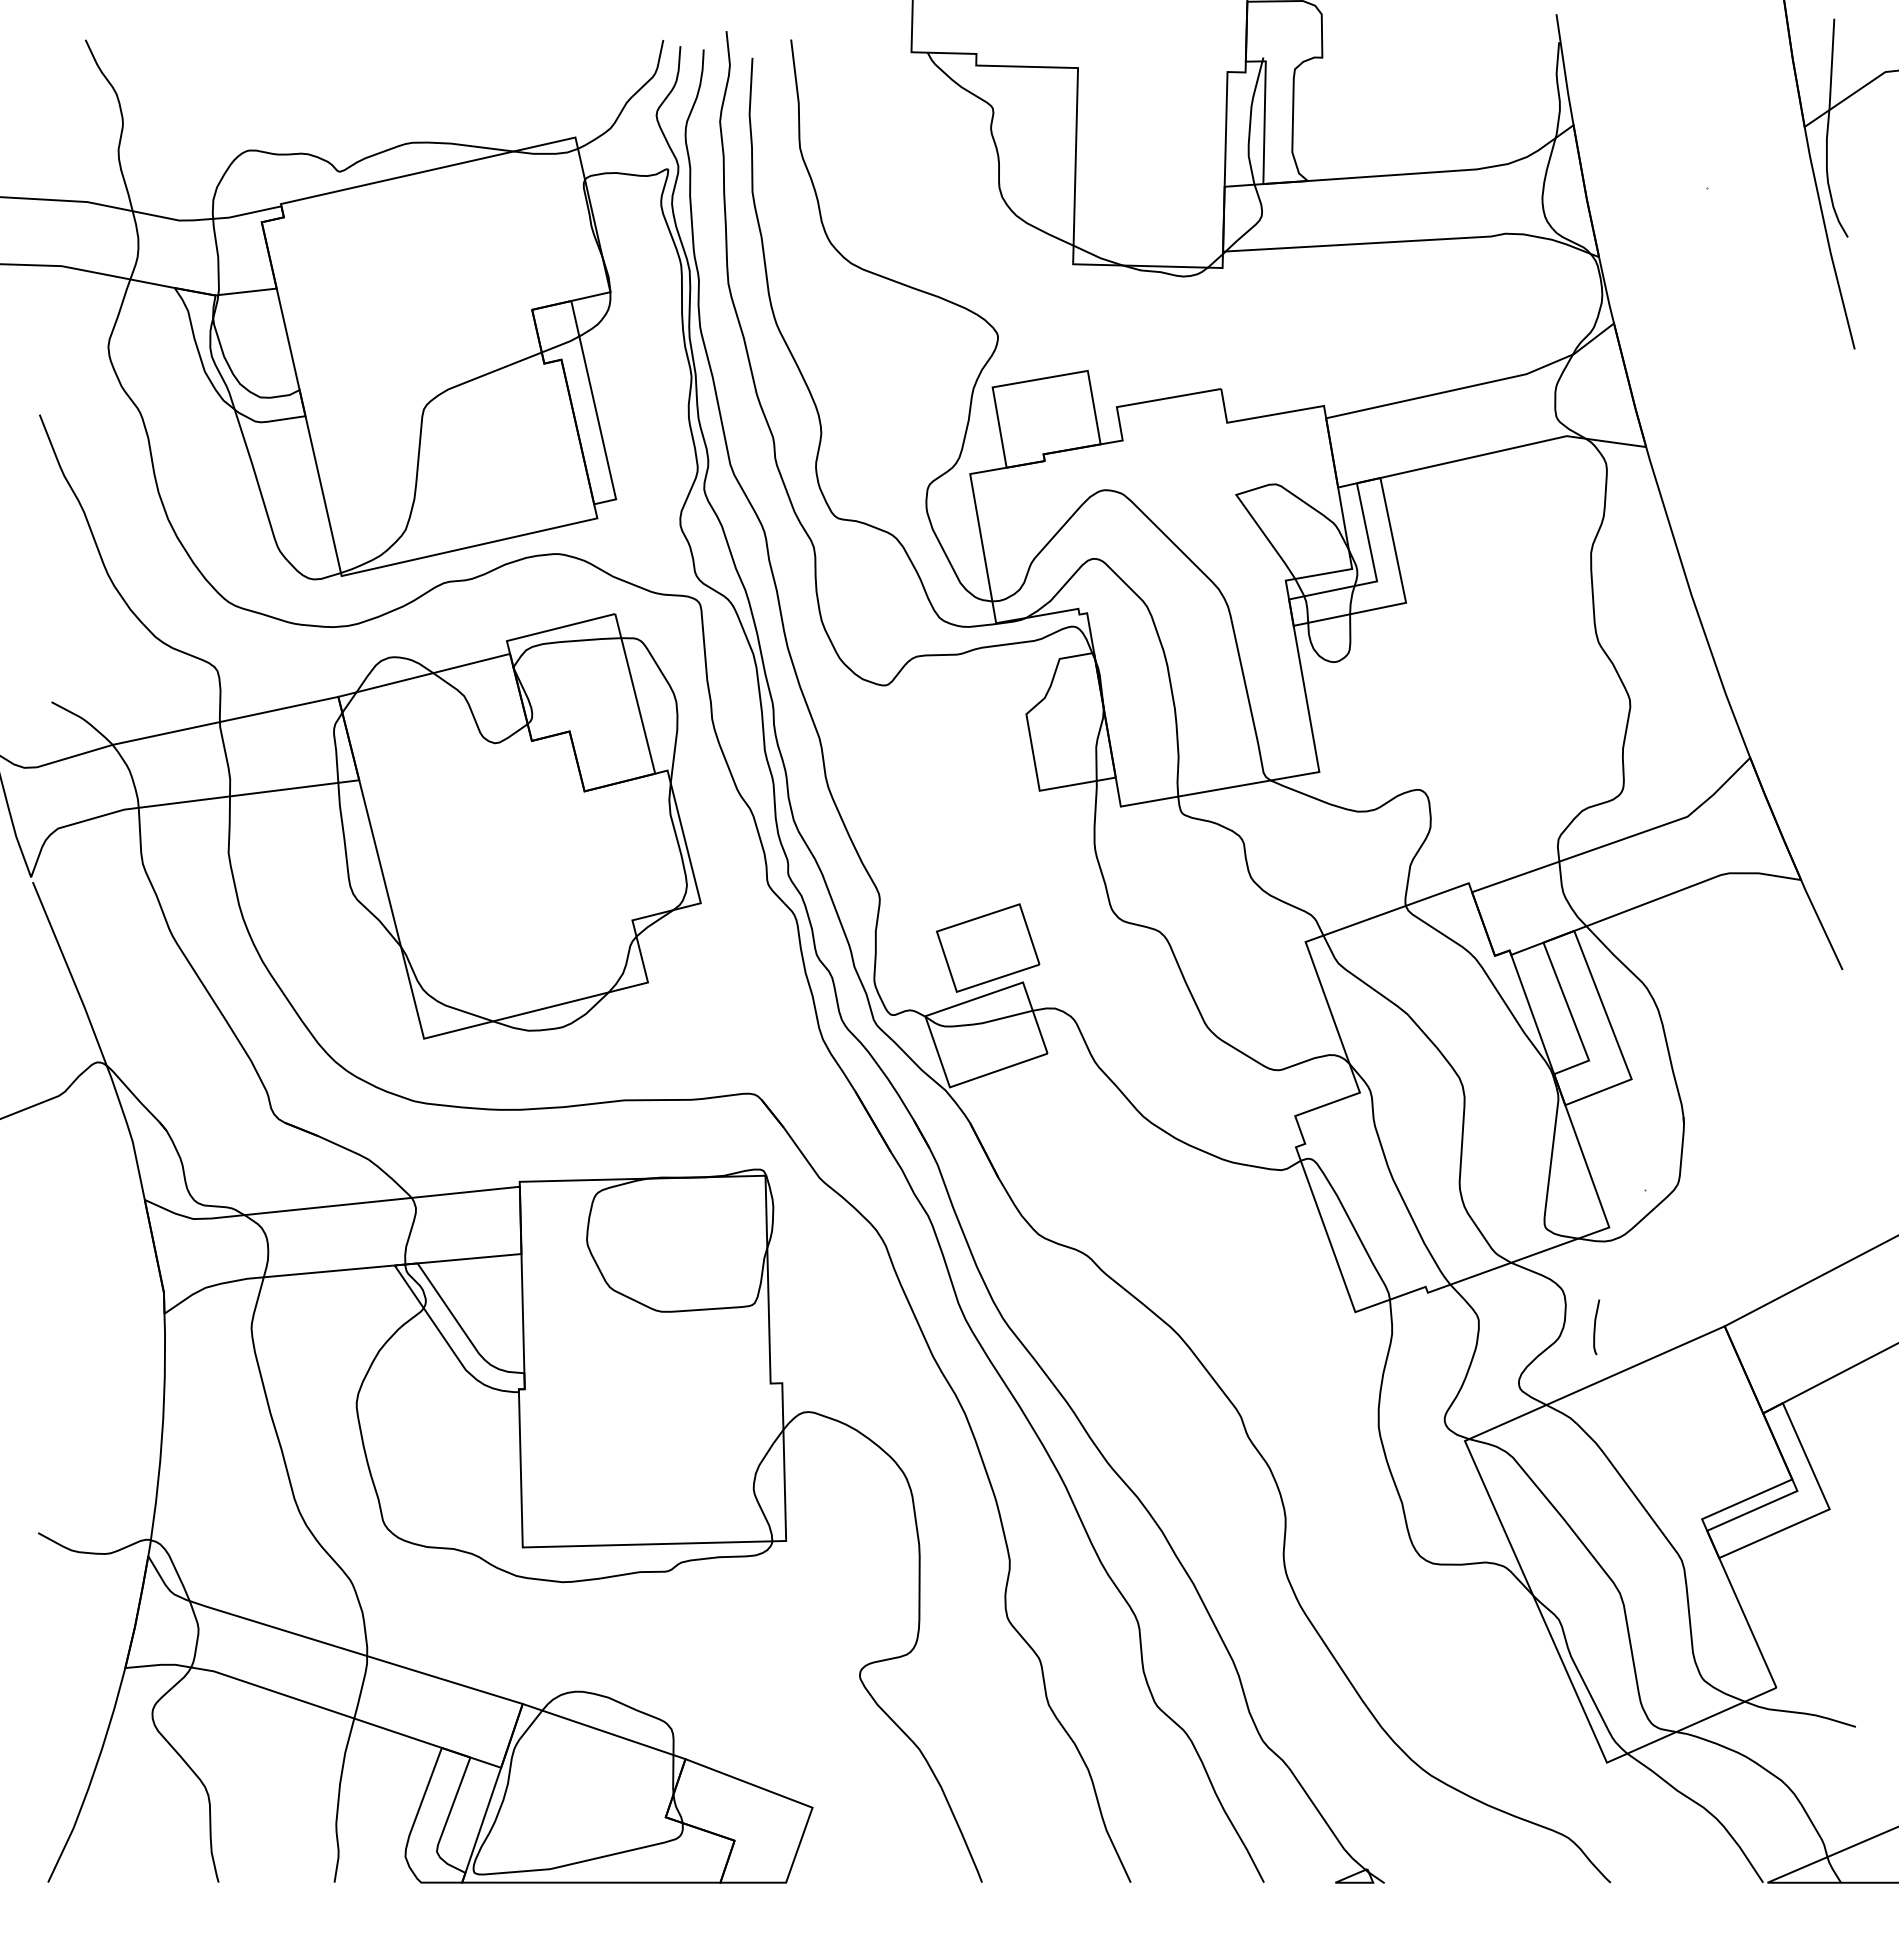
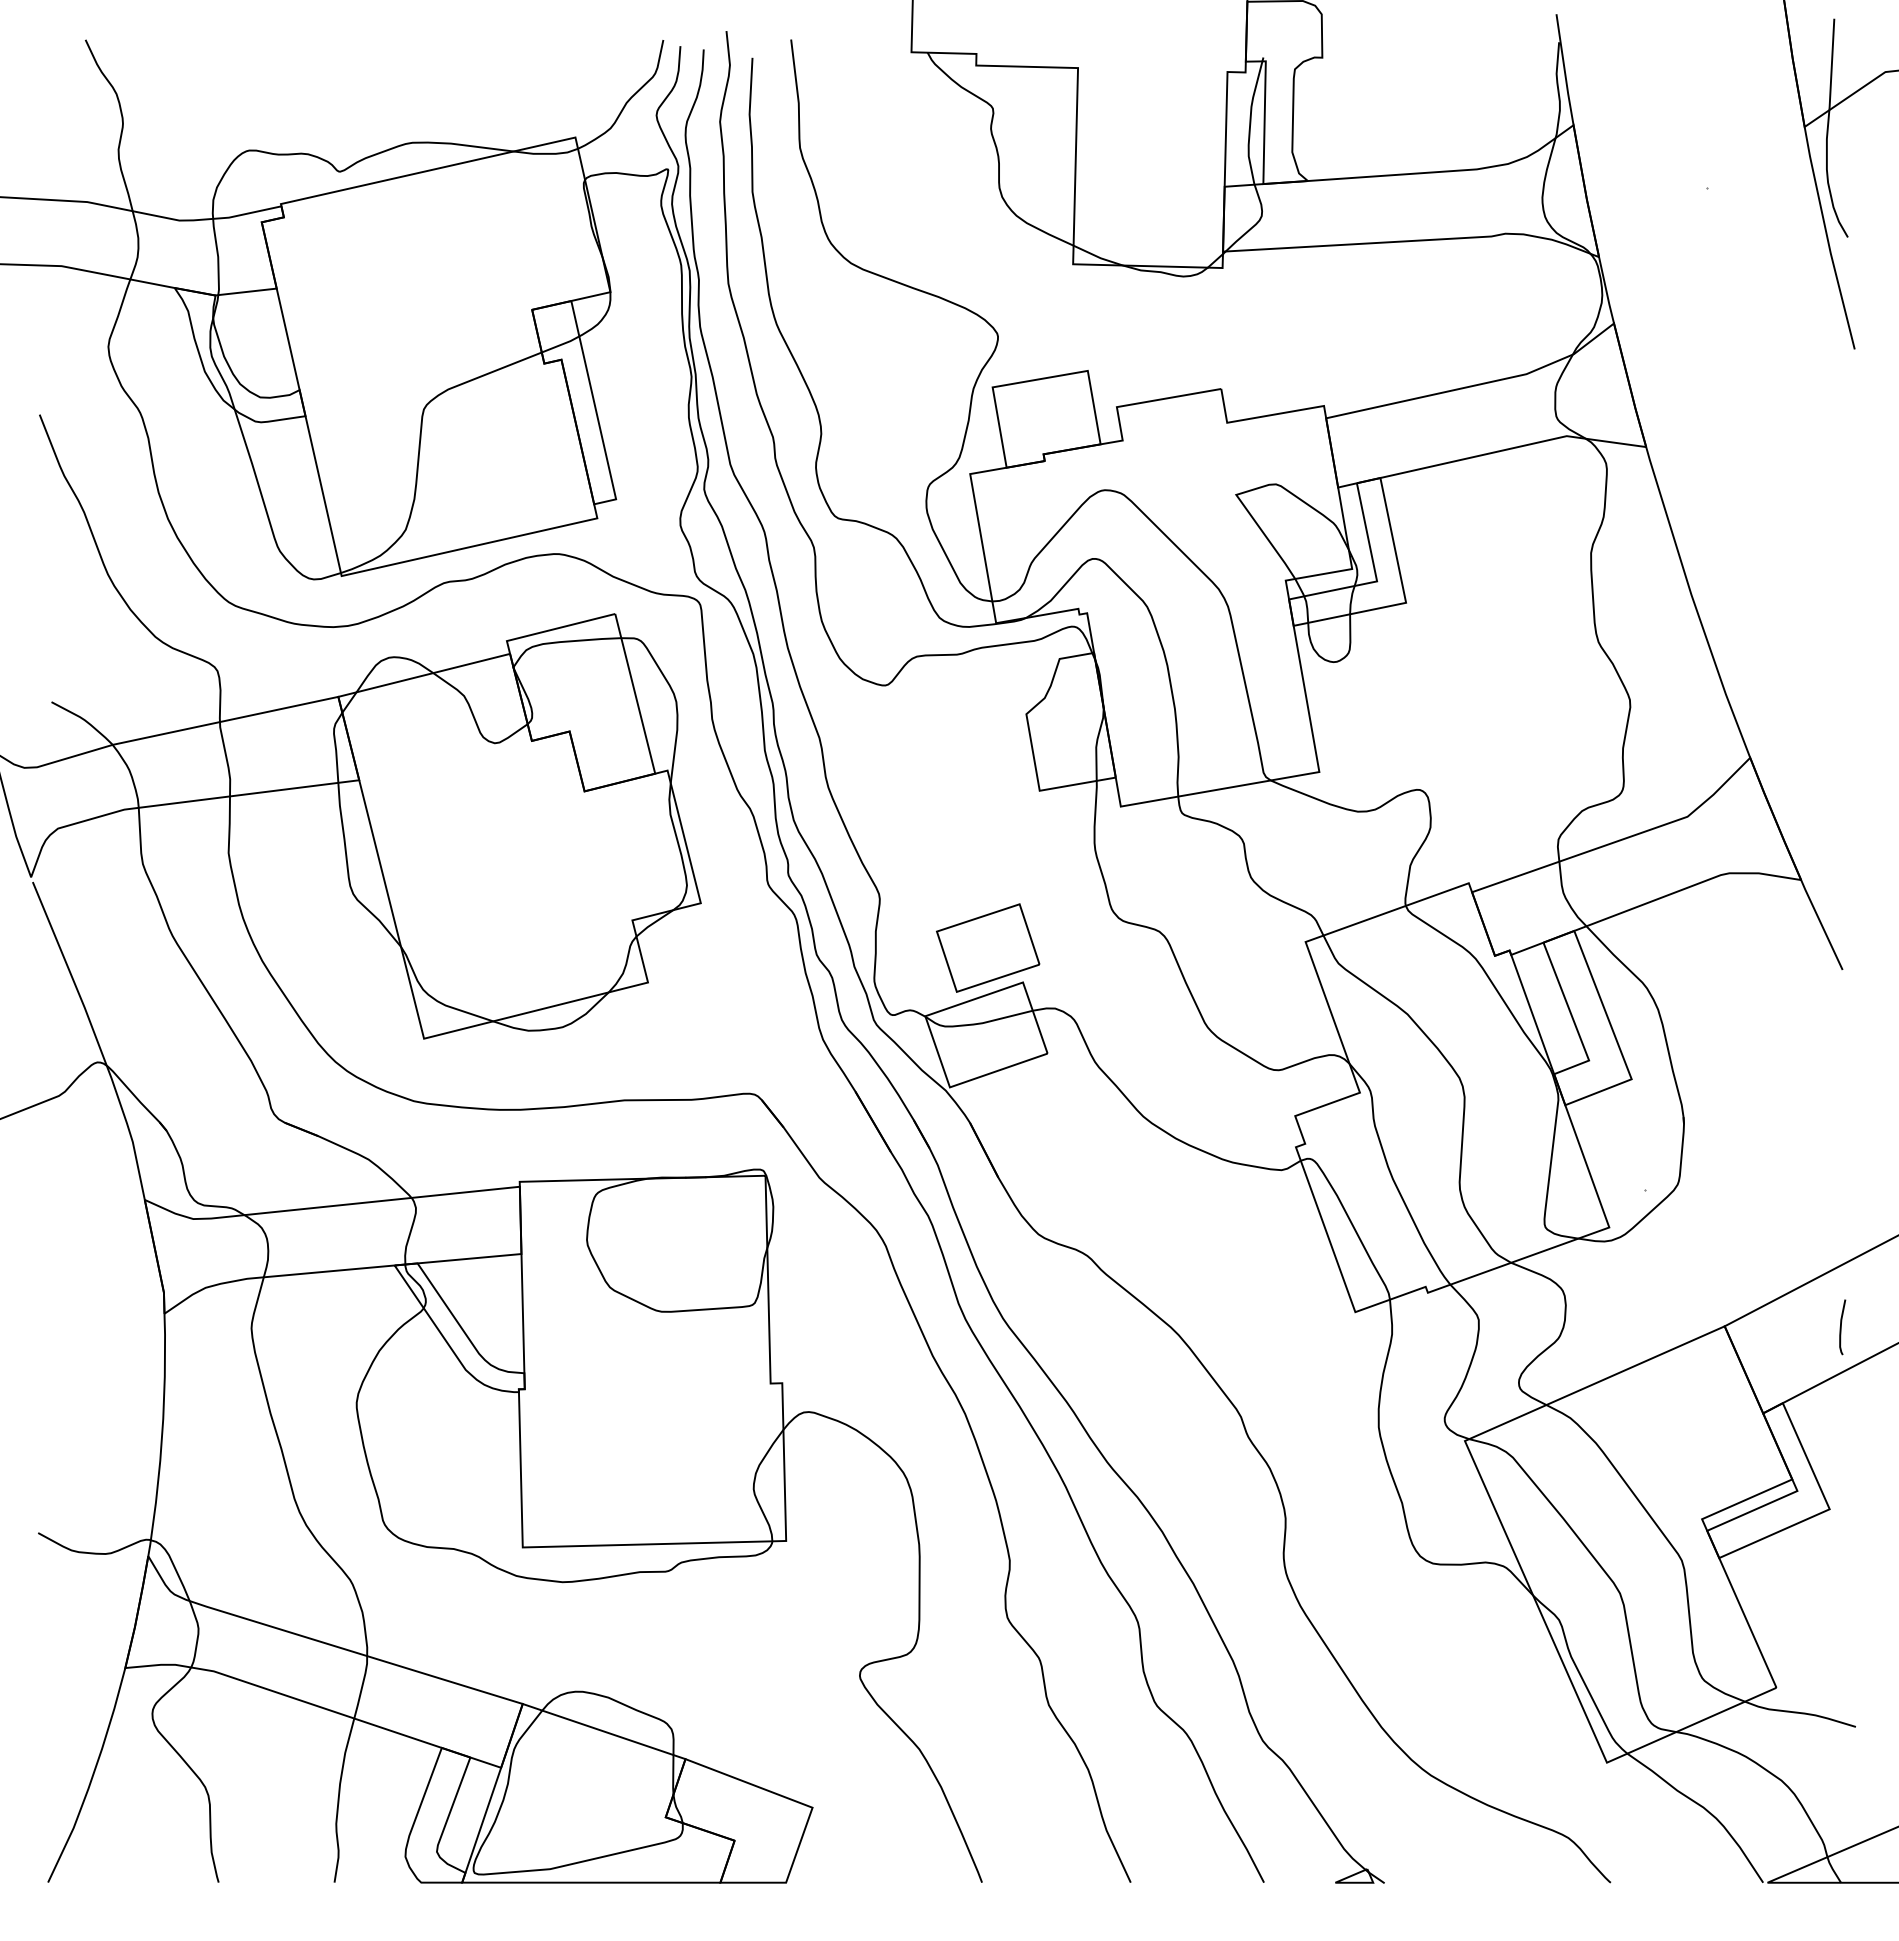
curve at (1595, 1327) position: (1595, 1327) -> (1841, 1327)
